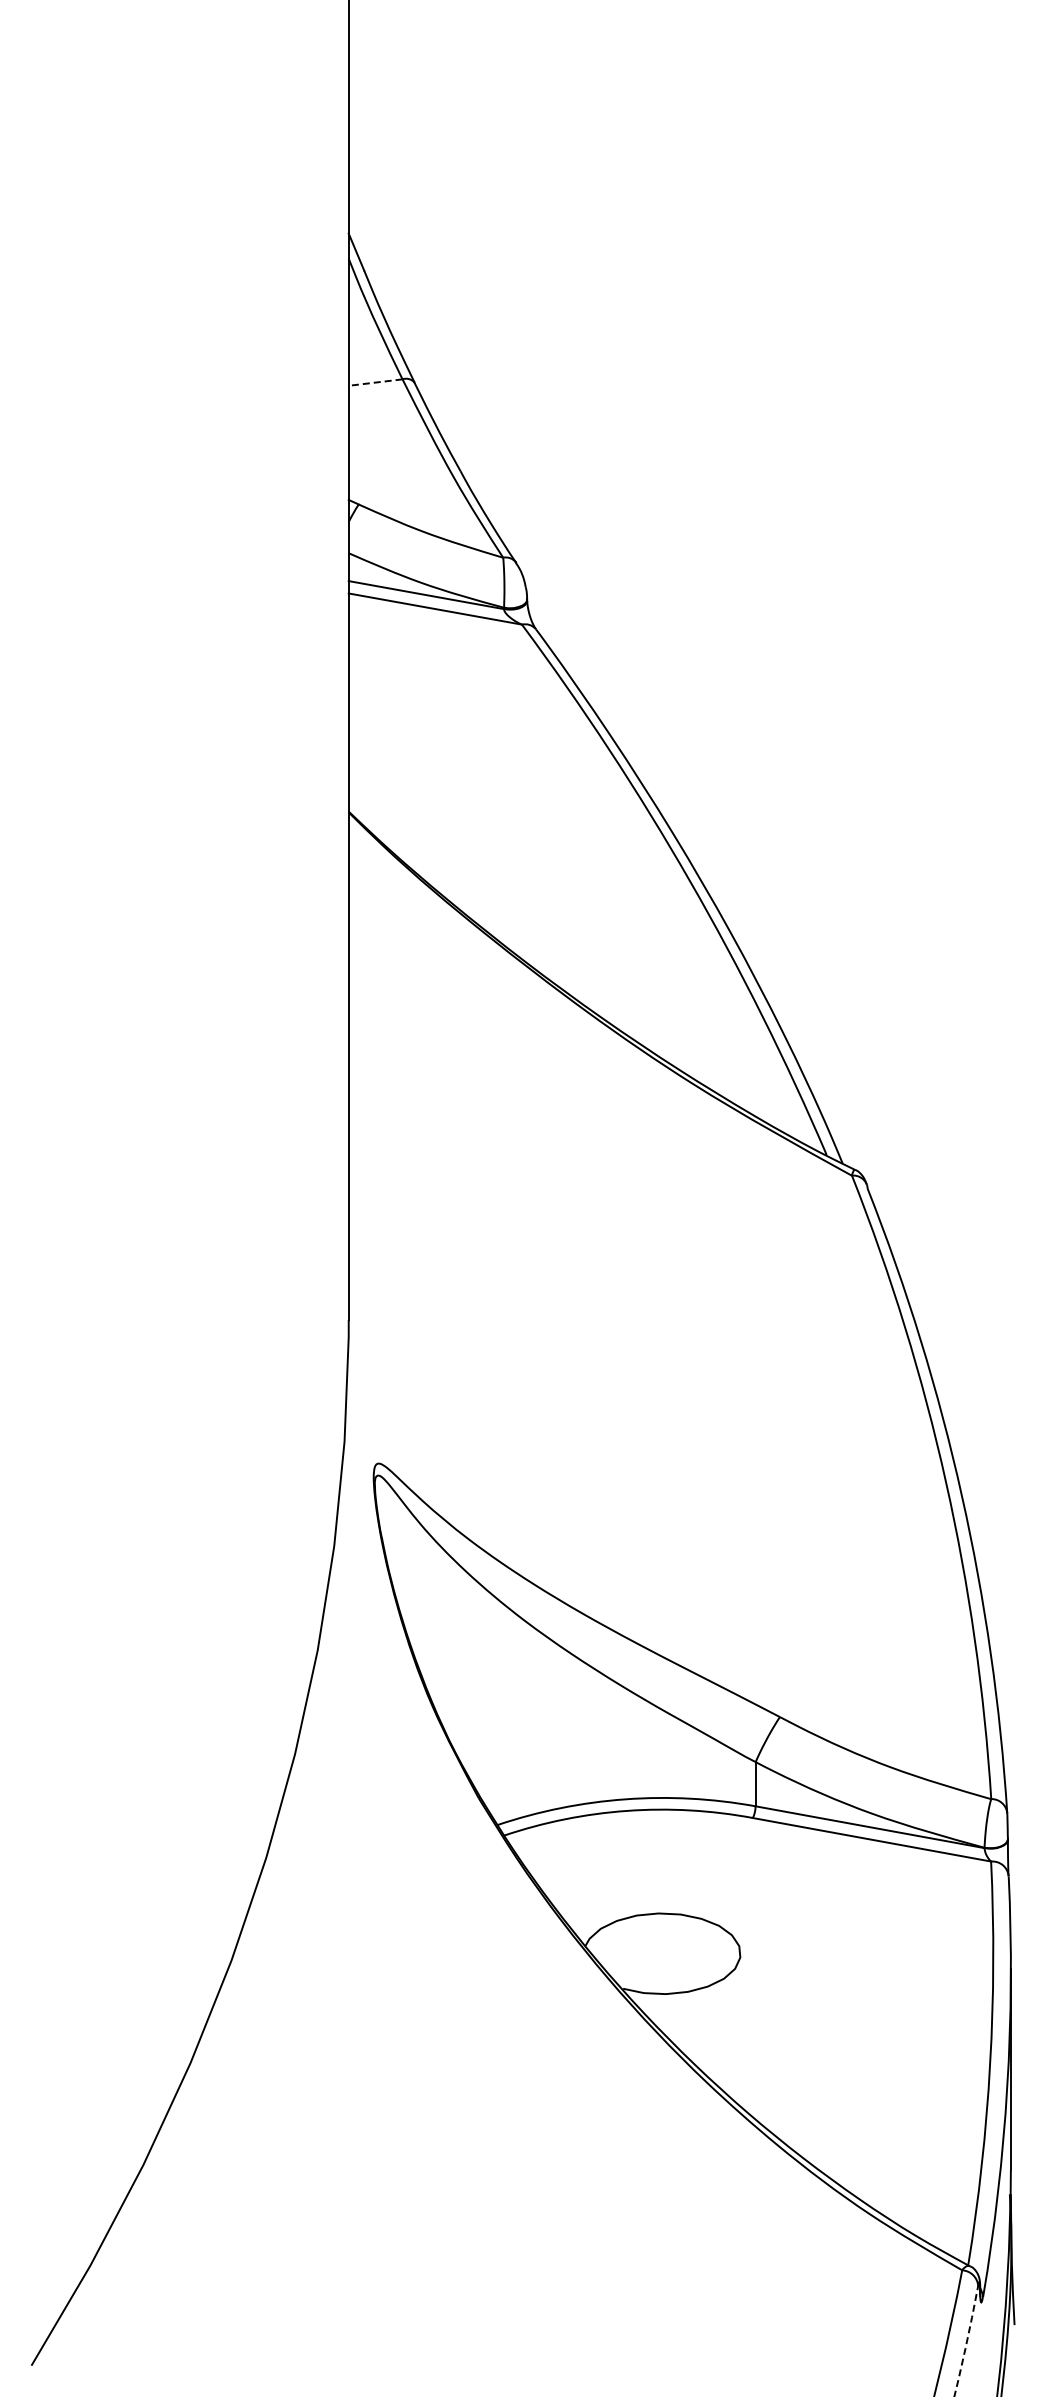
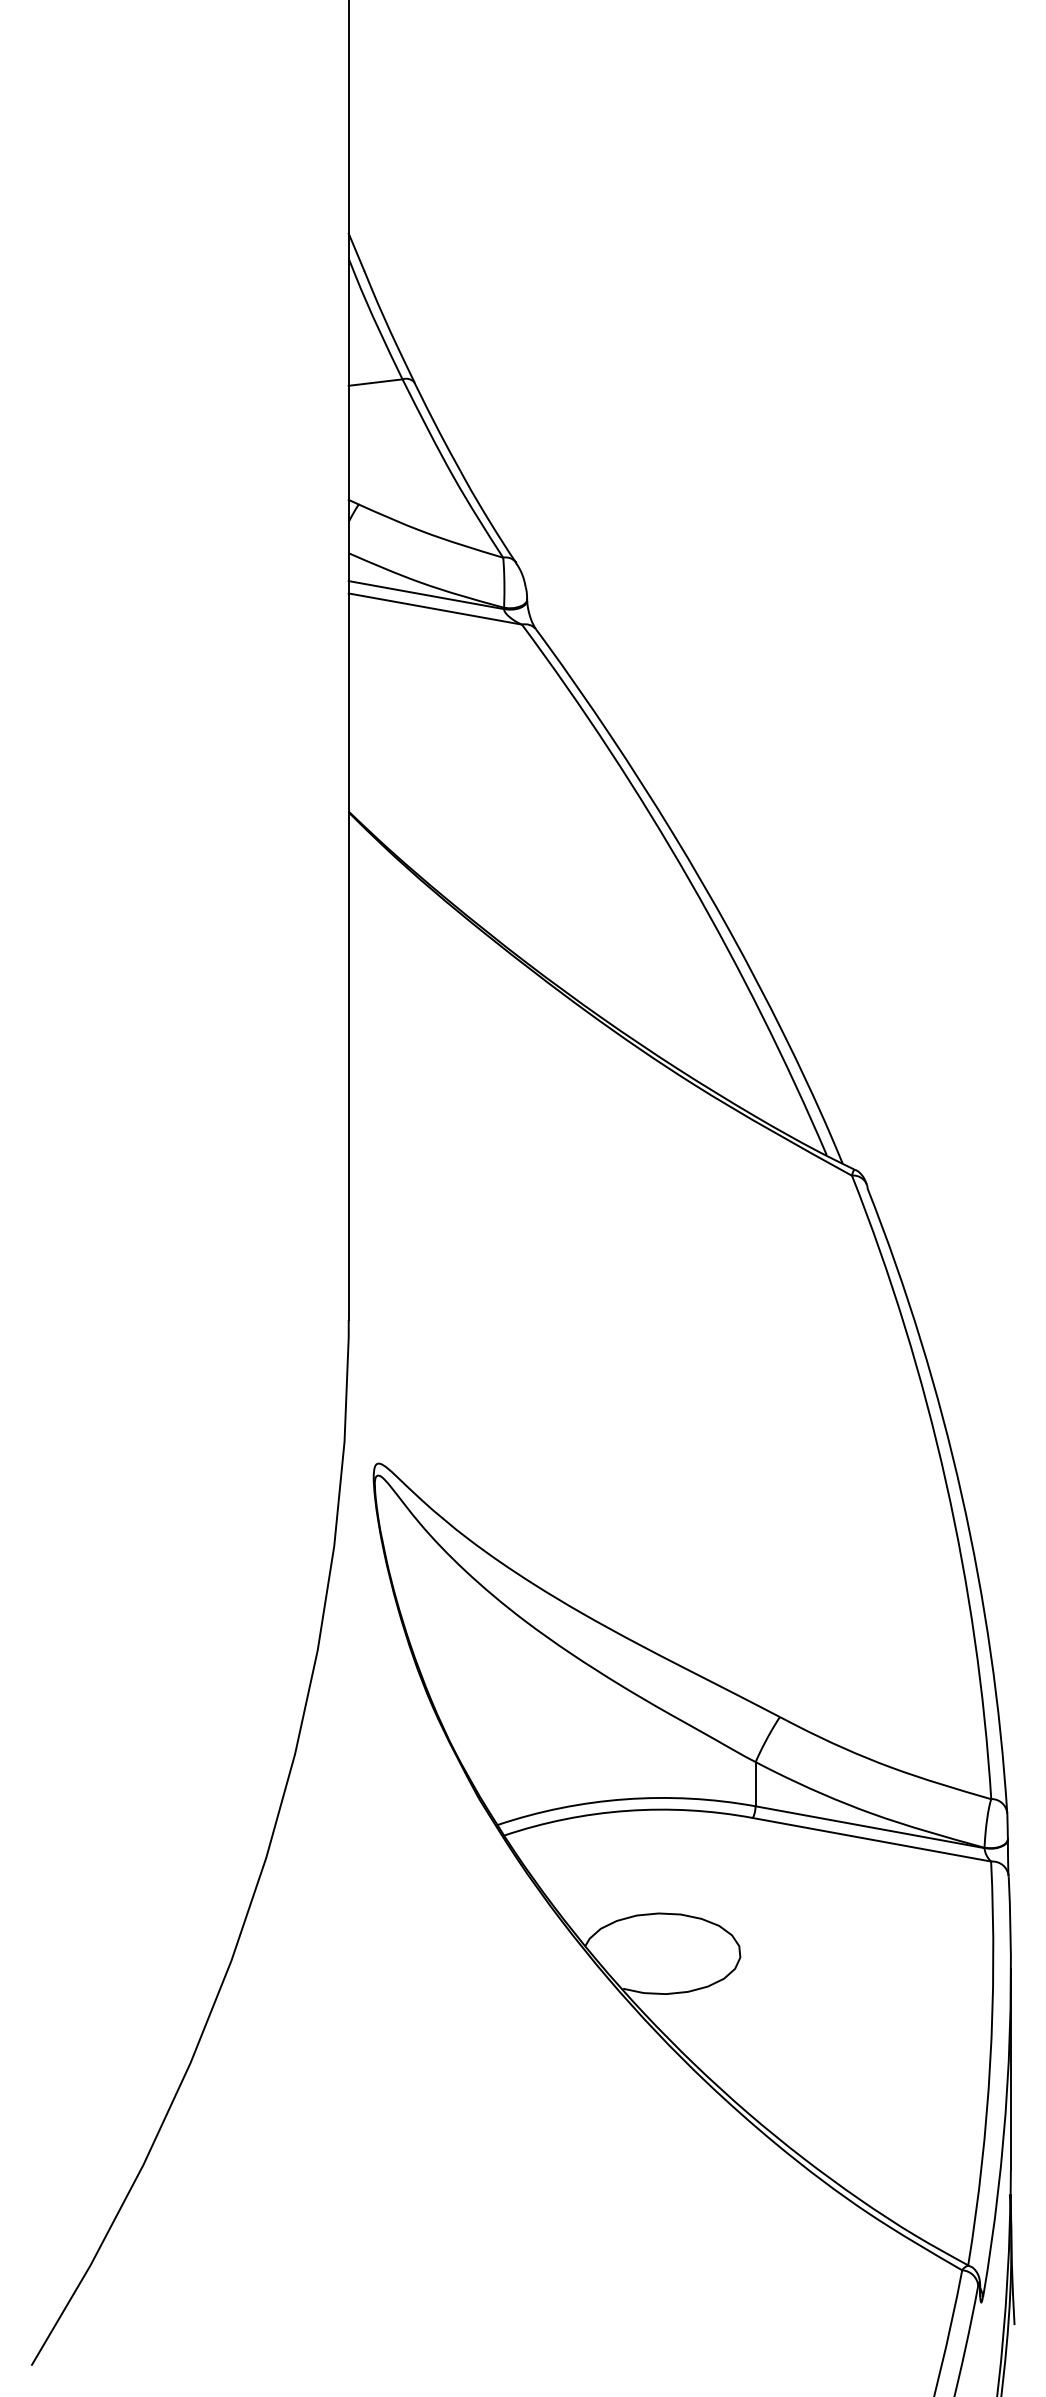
line at (375, 382): dashed -> solid
arc at (966, 2341): dashed -> solid
